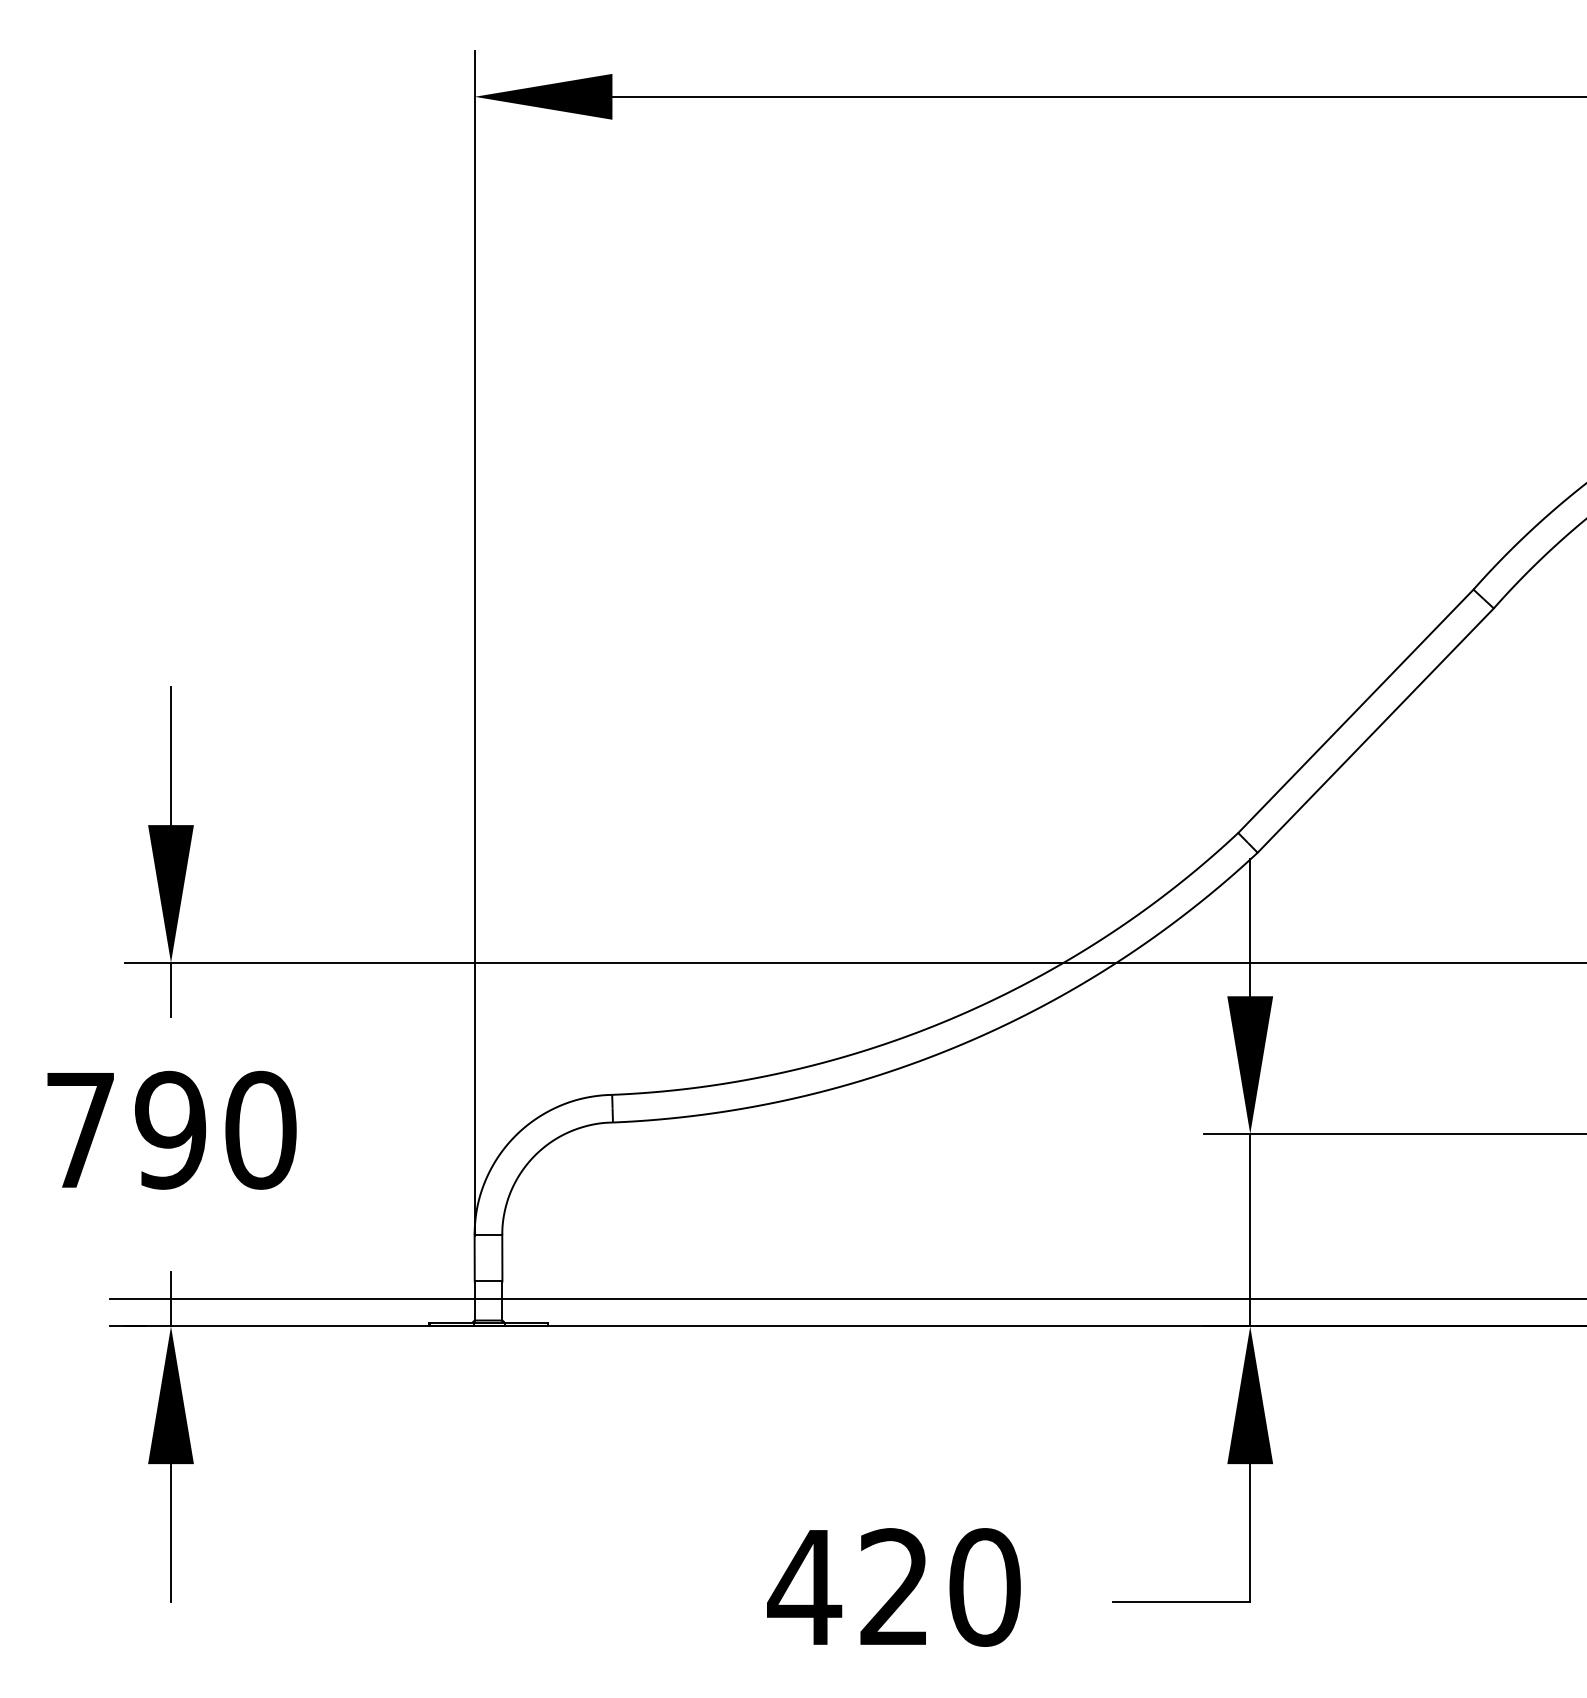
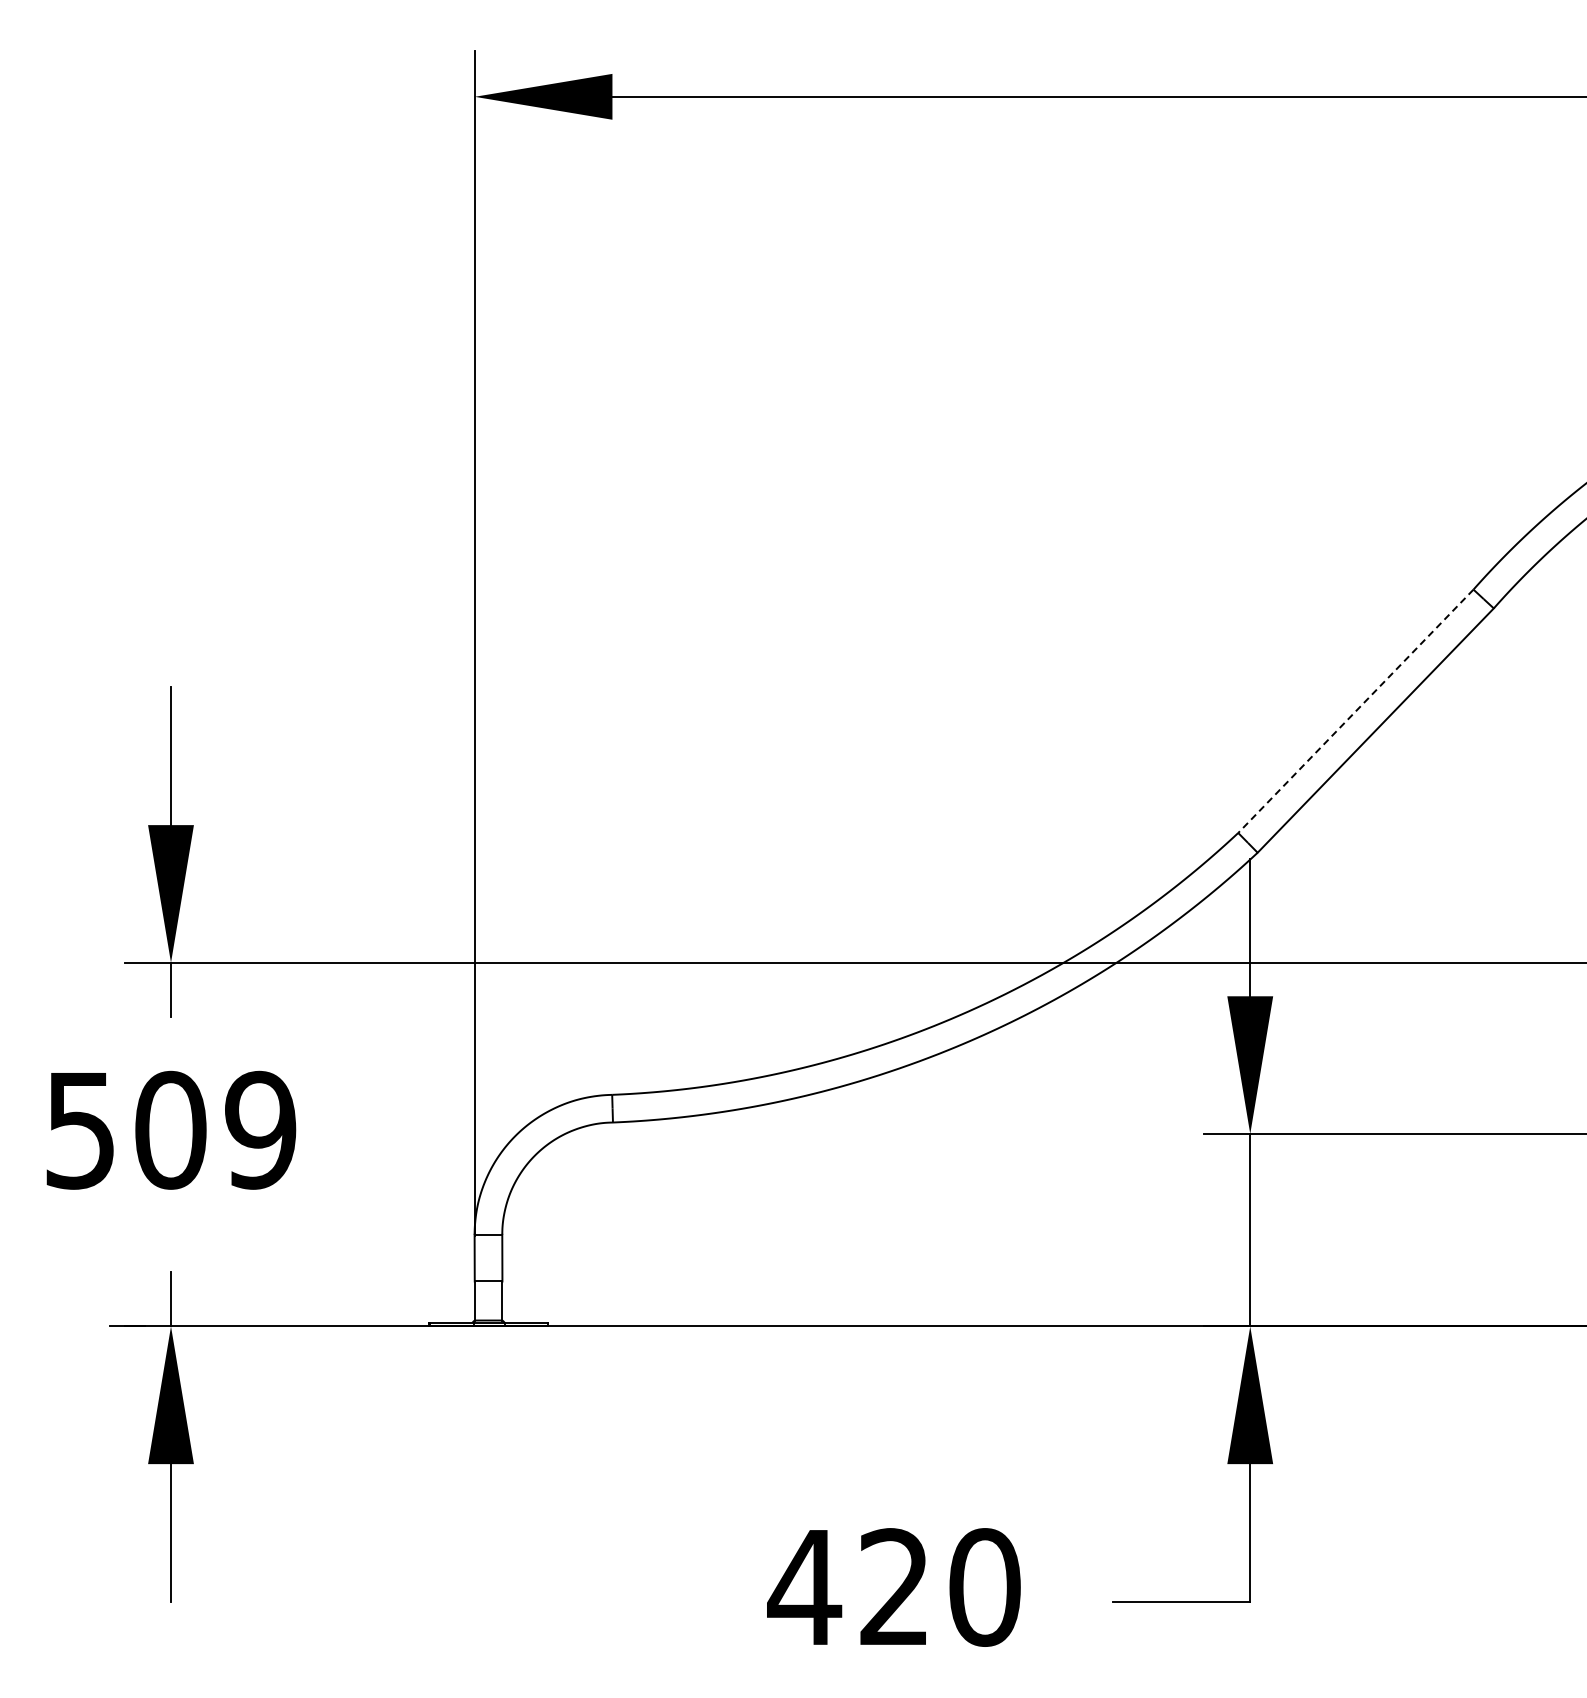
line at (1355, 711): solid -> dashed
text at (171, 1129): 790 -> 509
line at (846, 1298): present -> none
